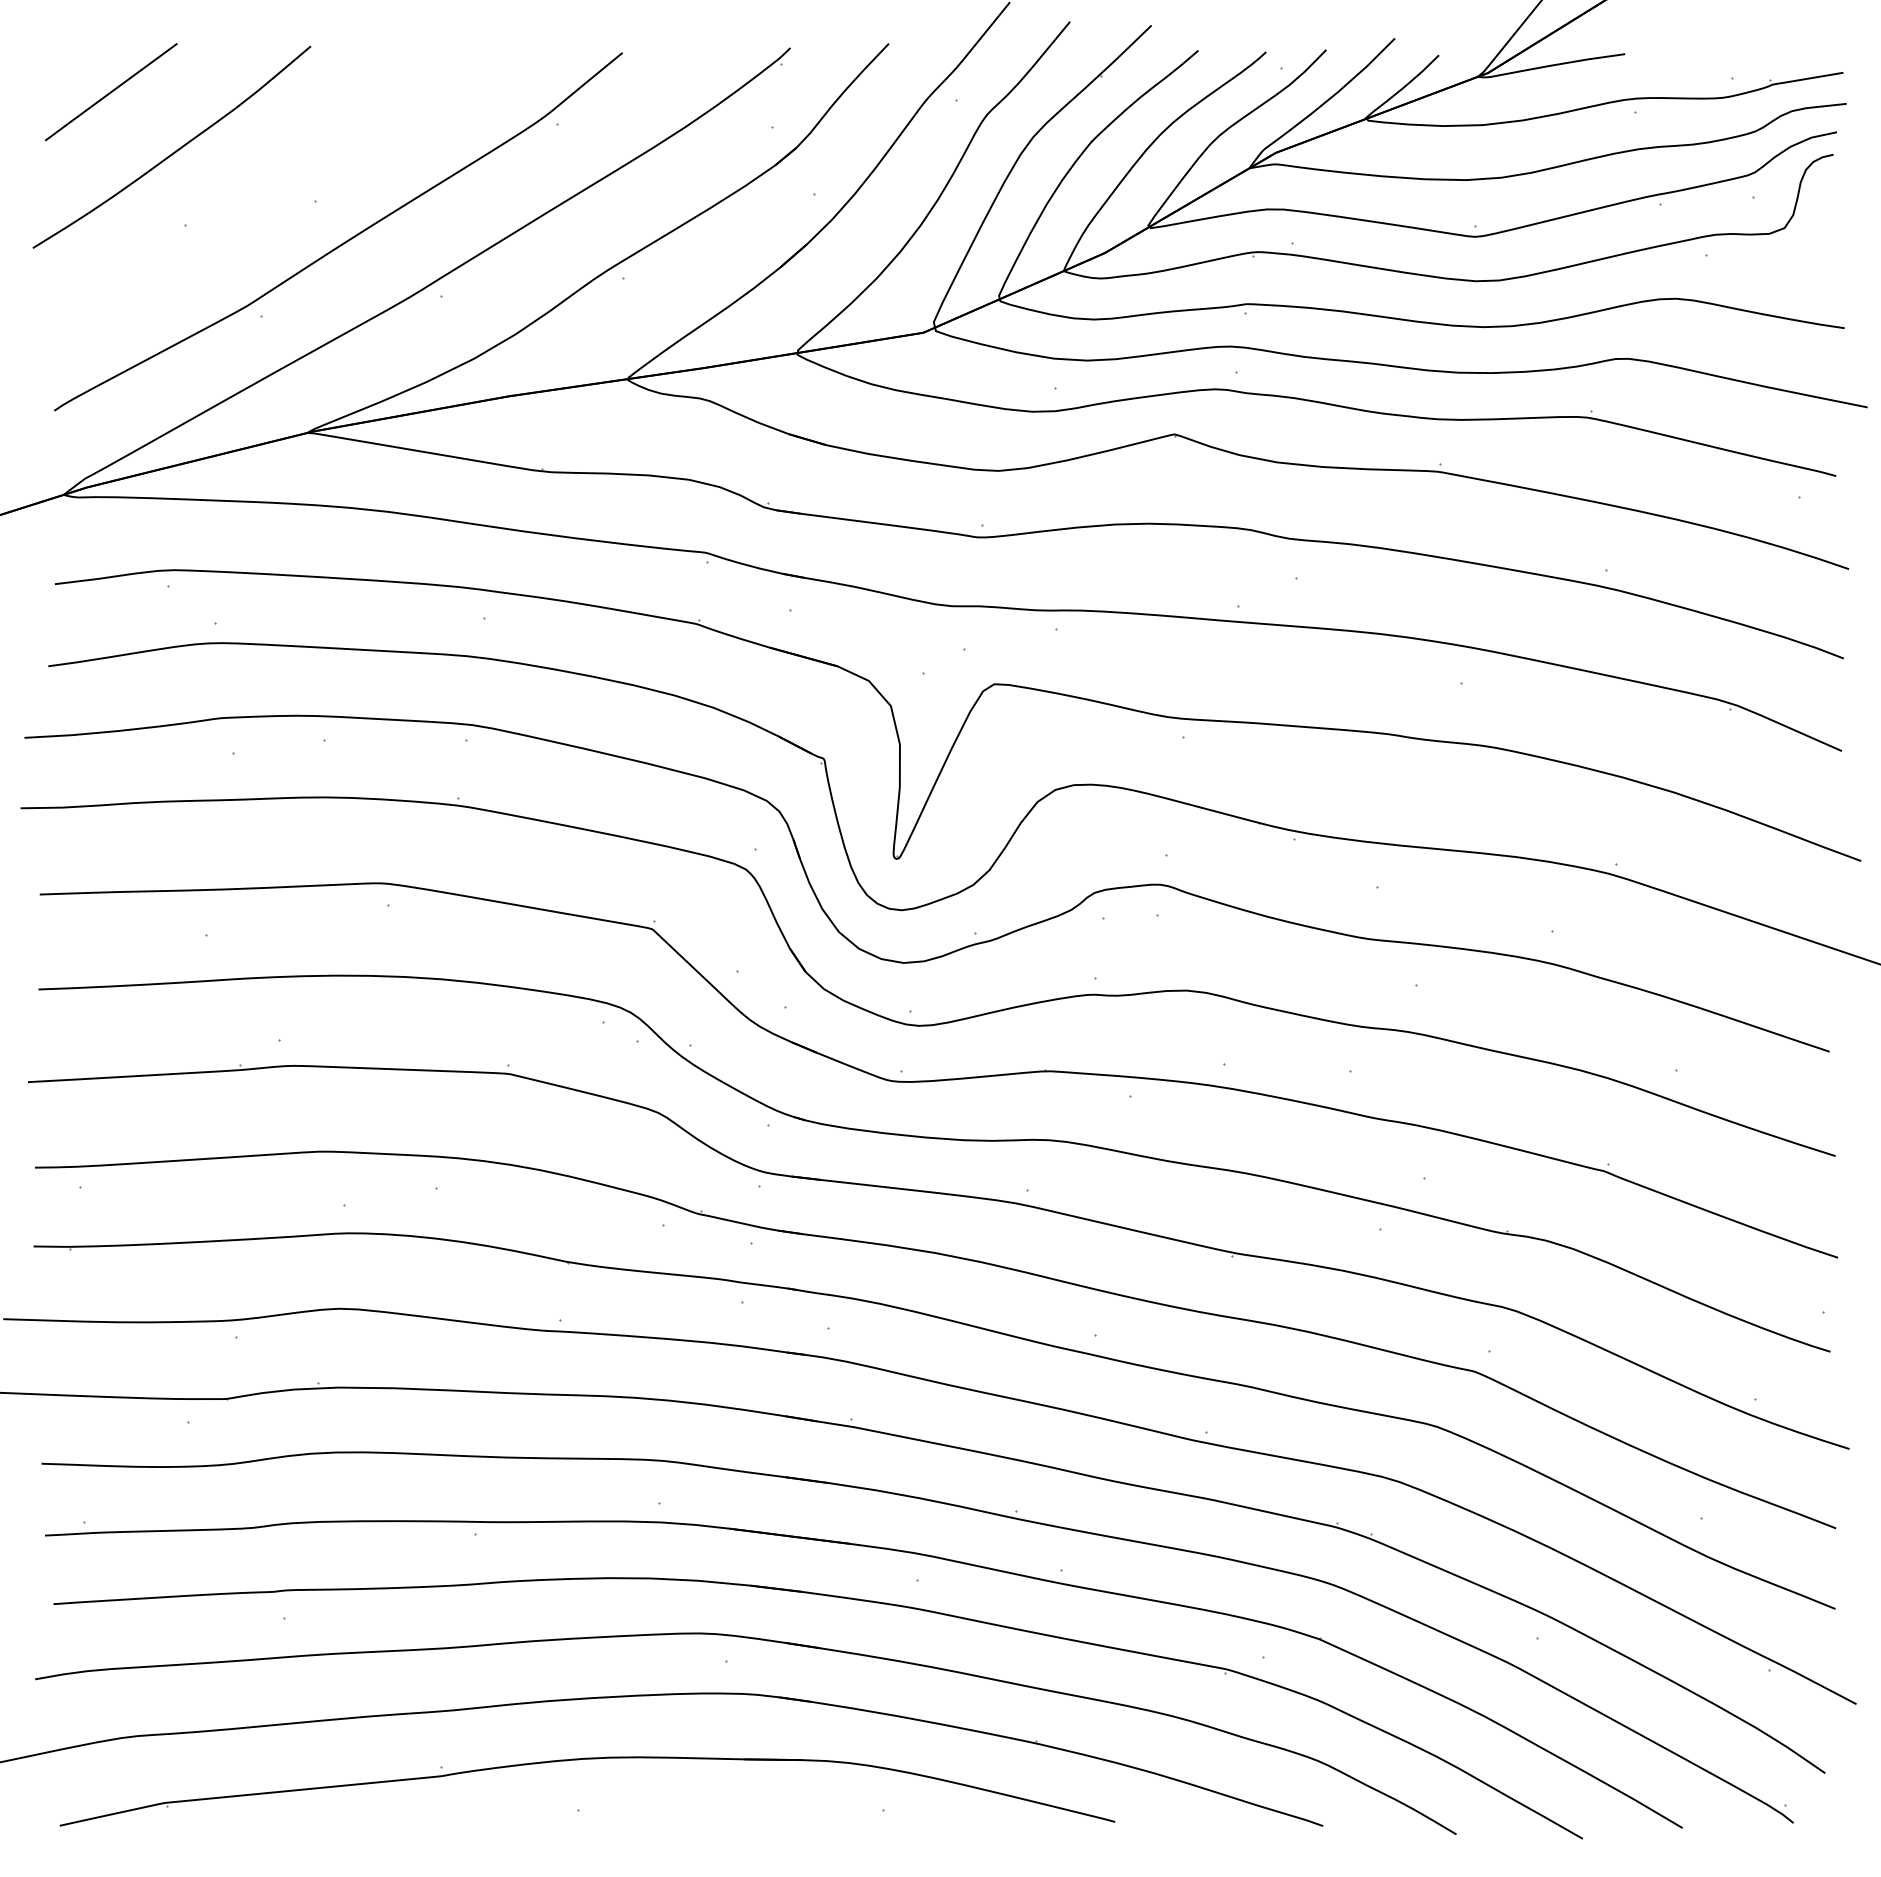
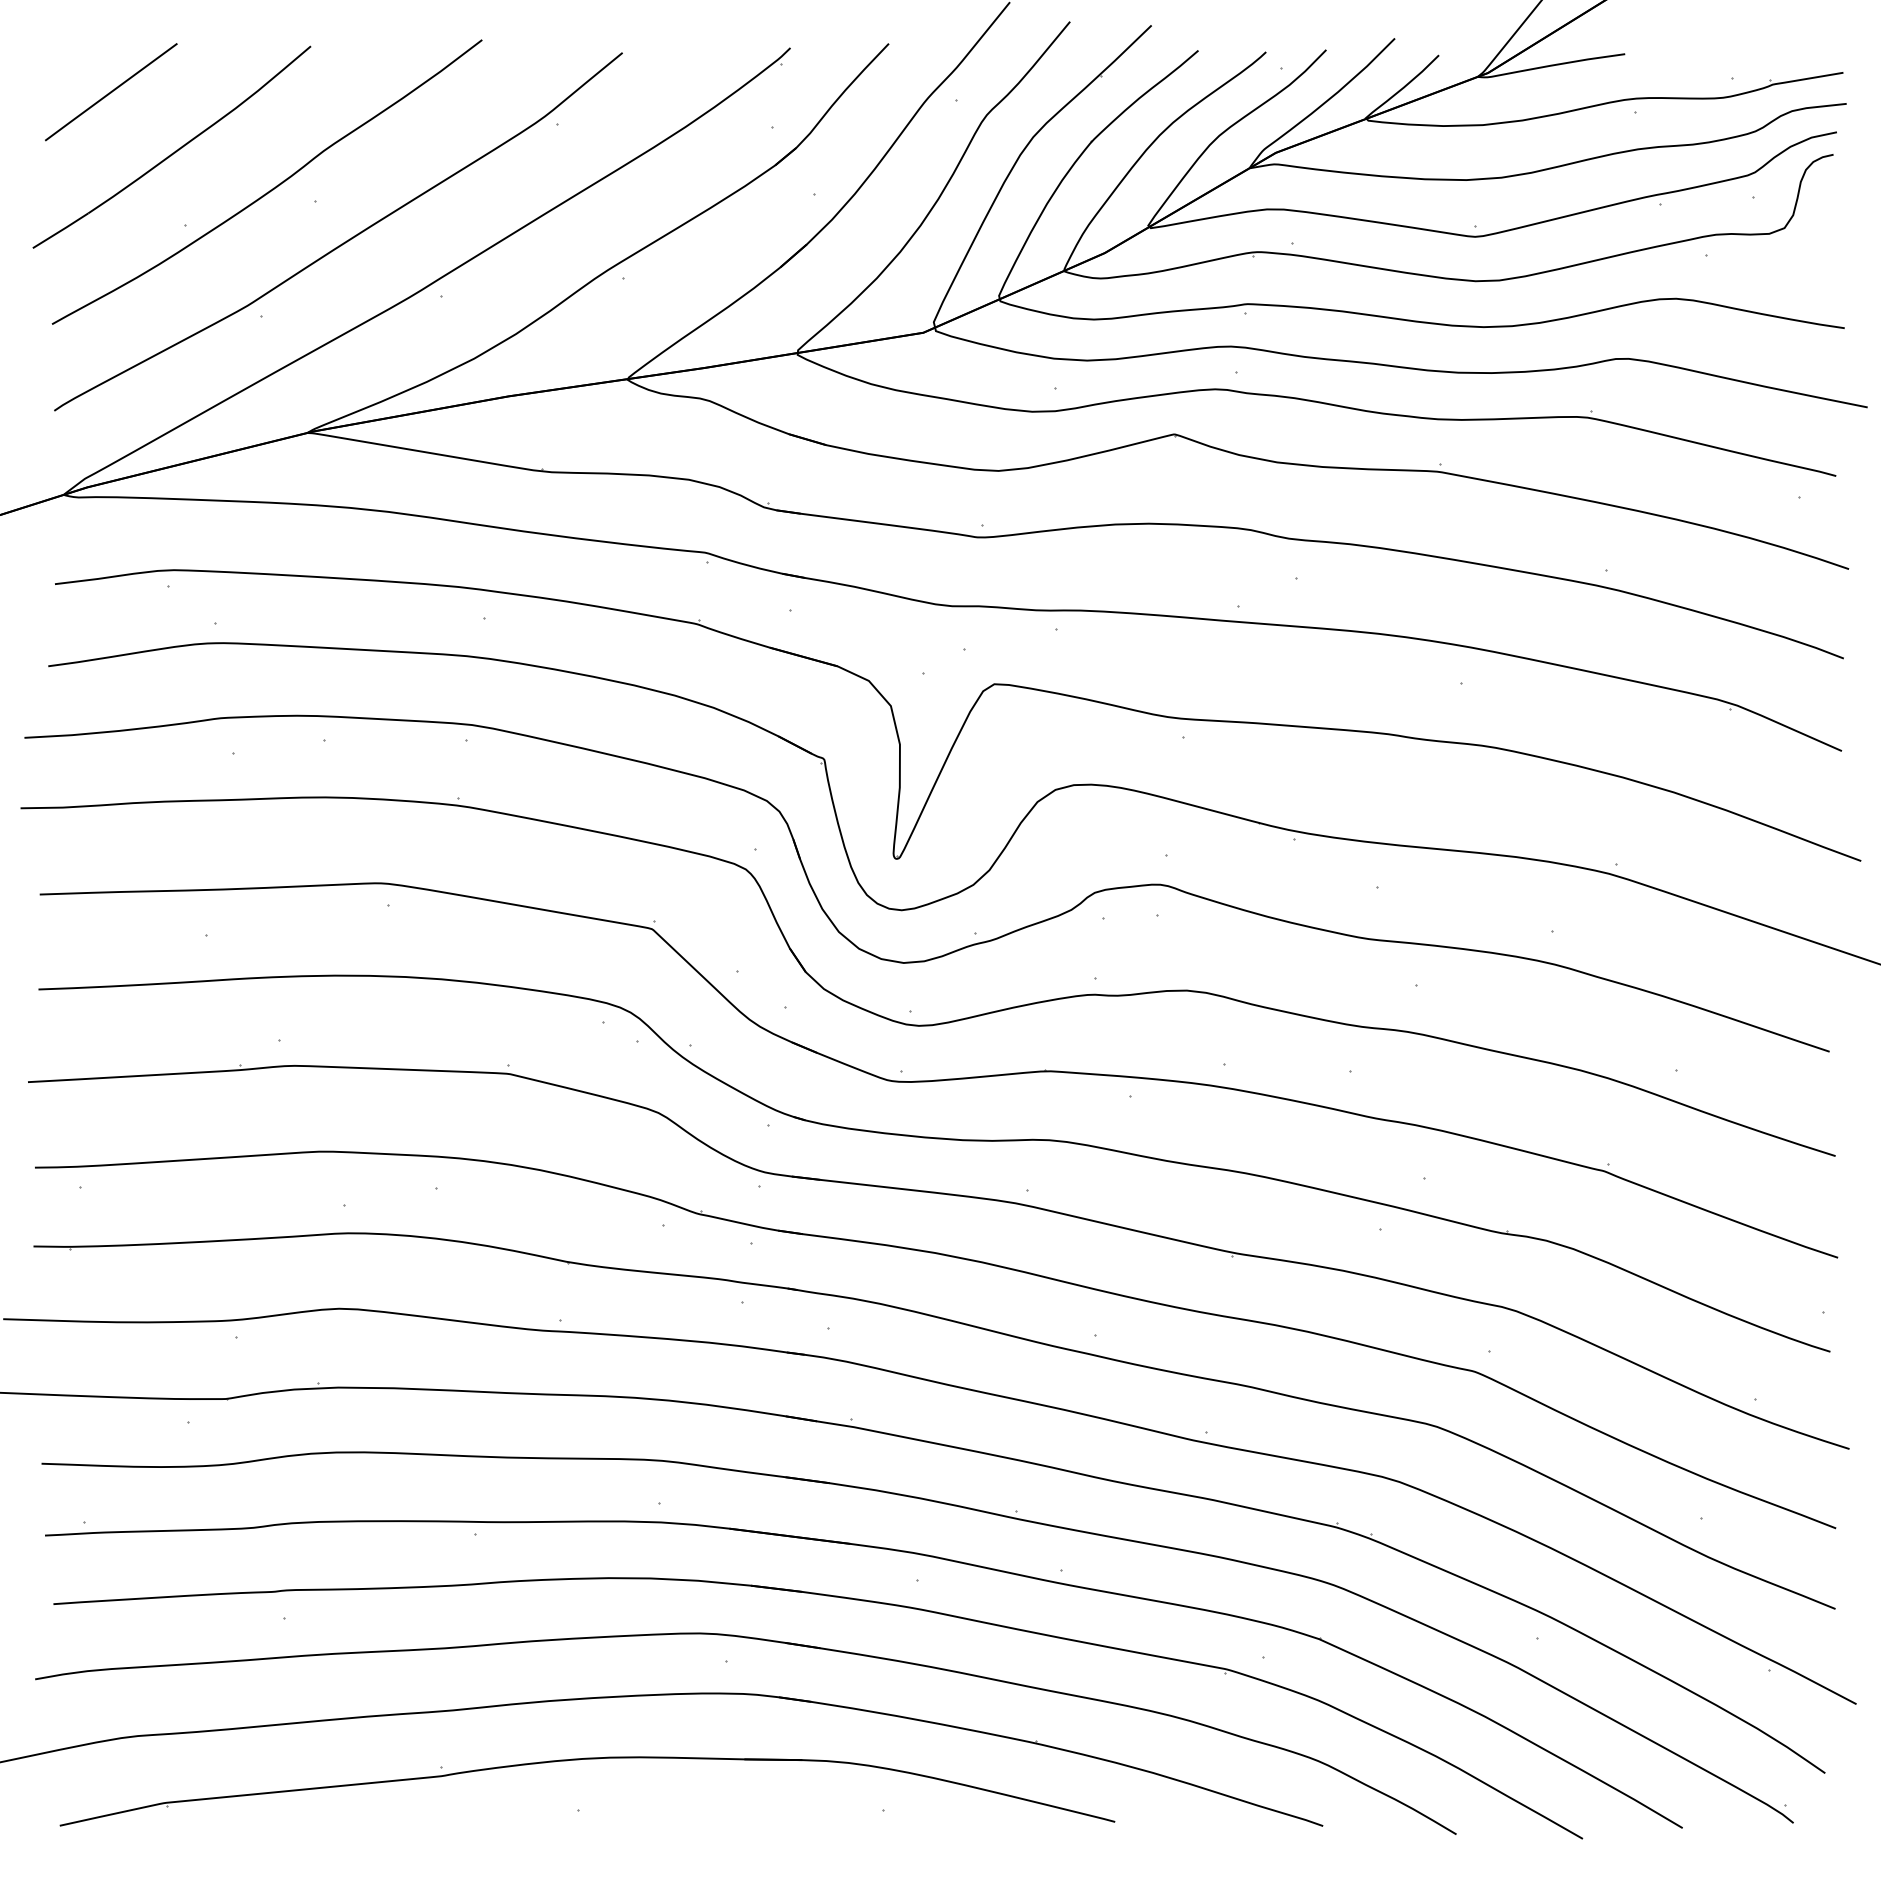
curve at (273, 187): none -> present
